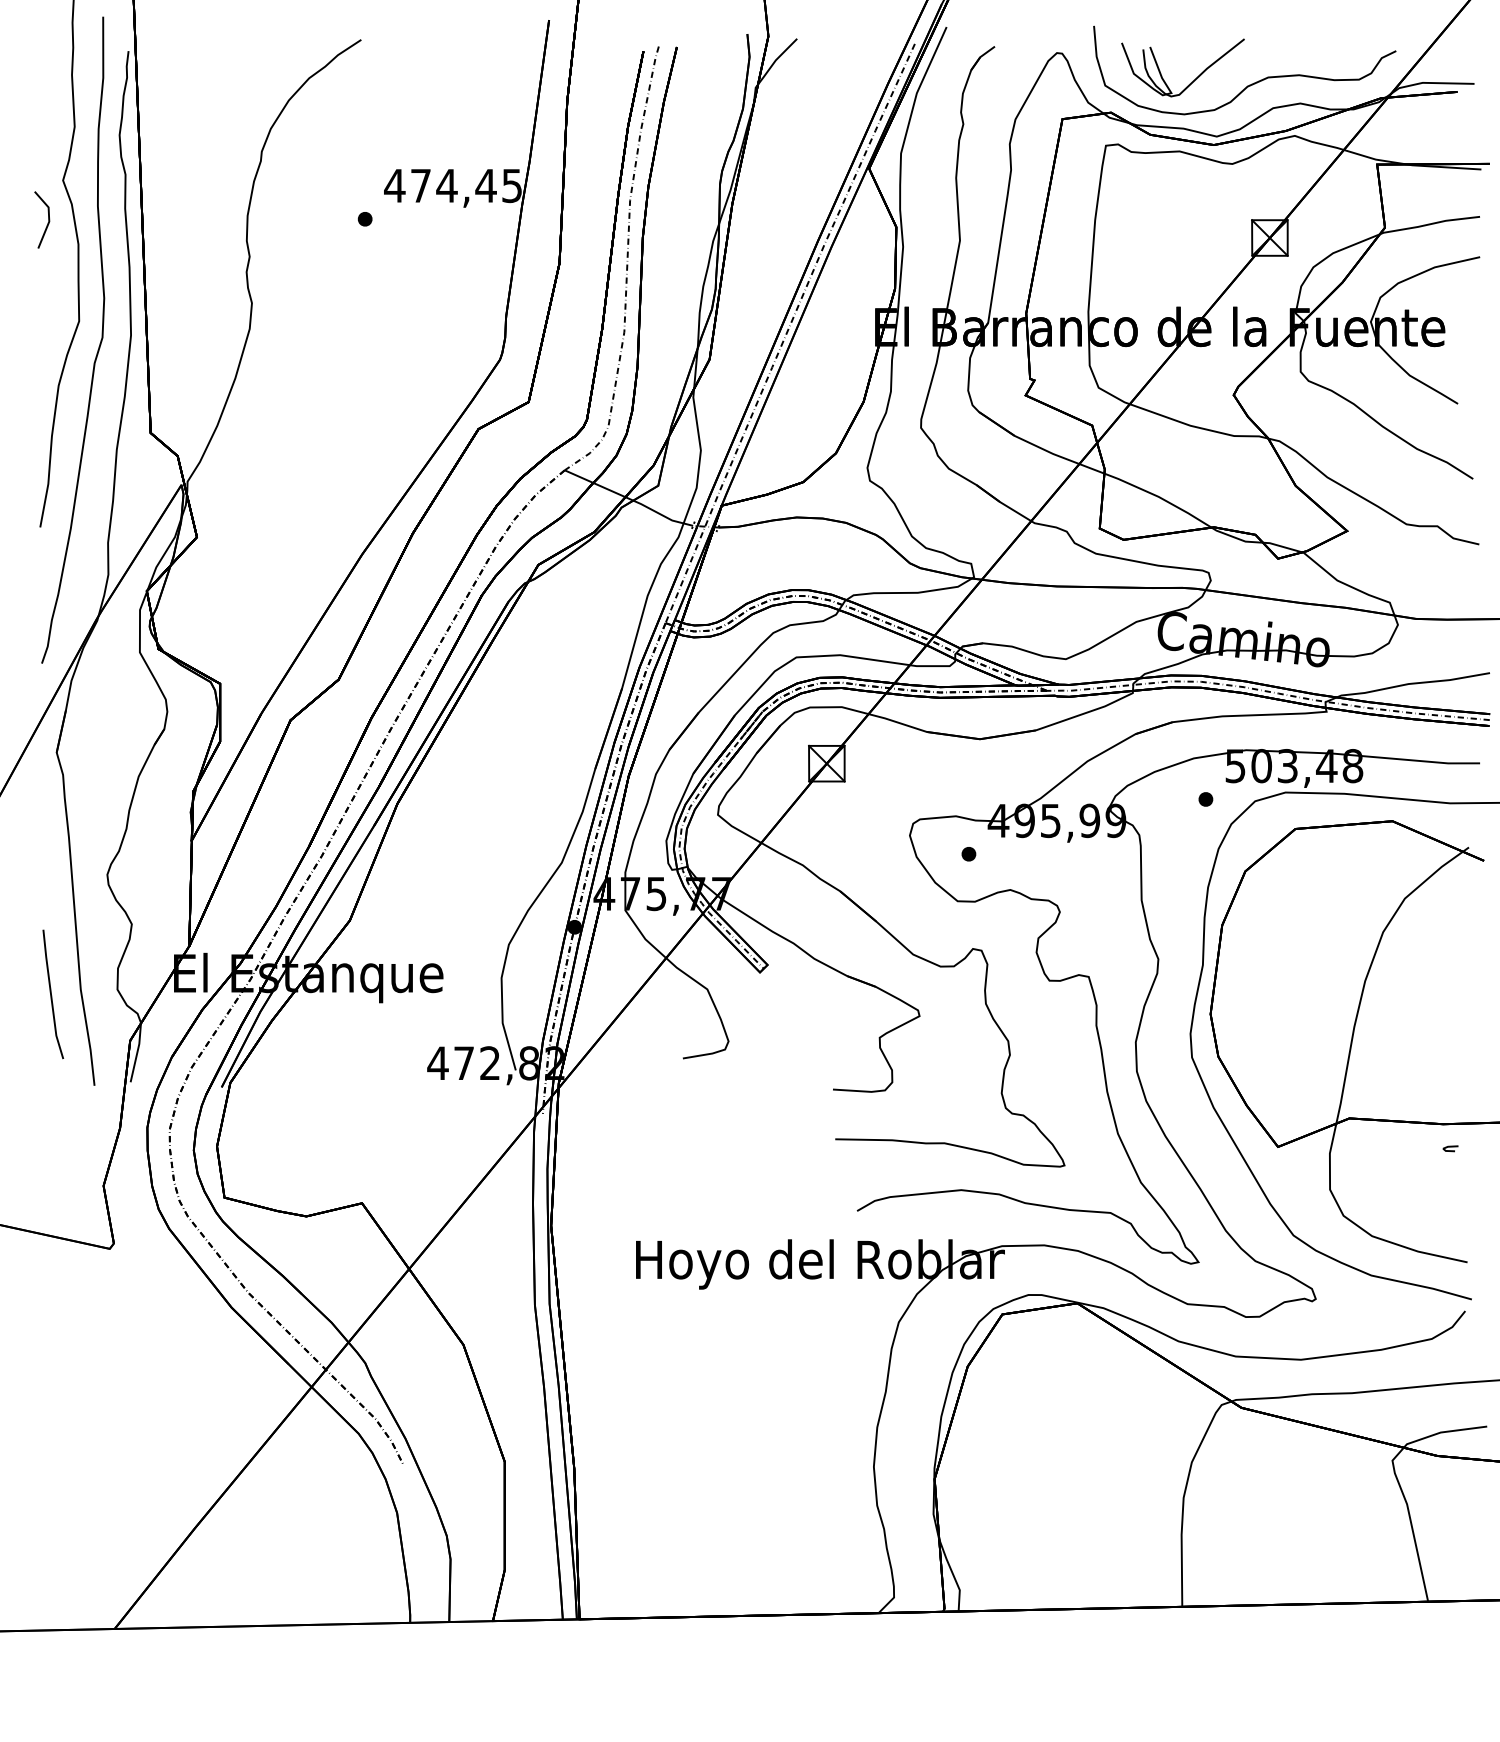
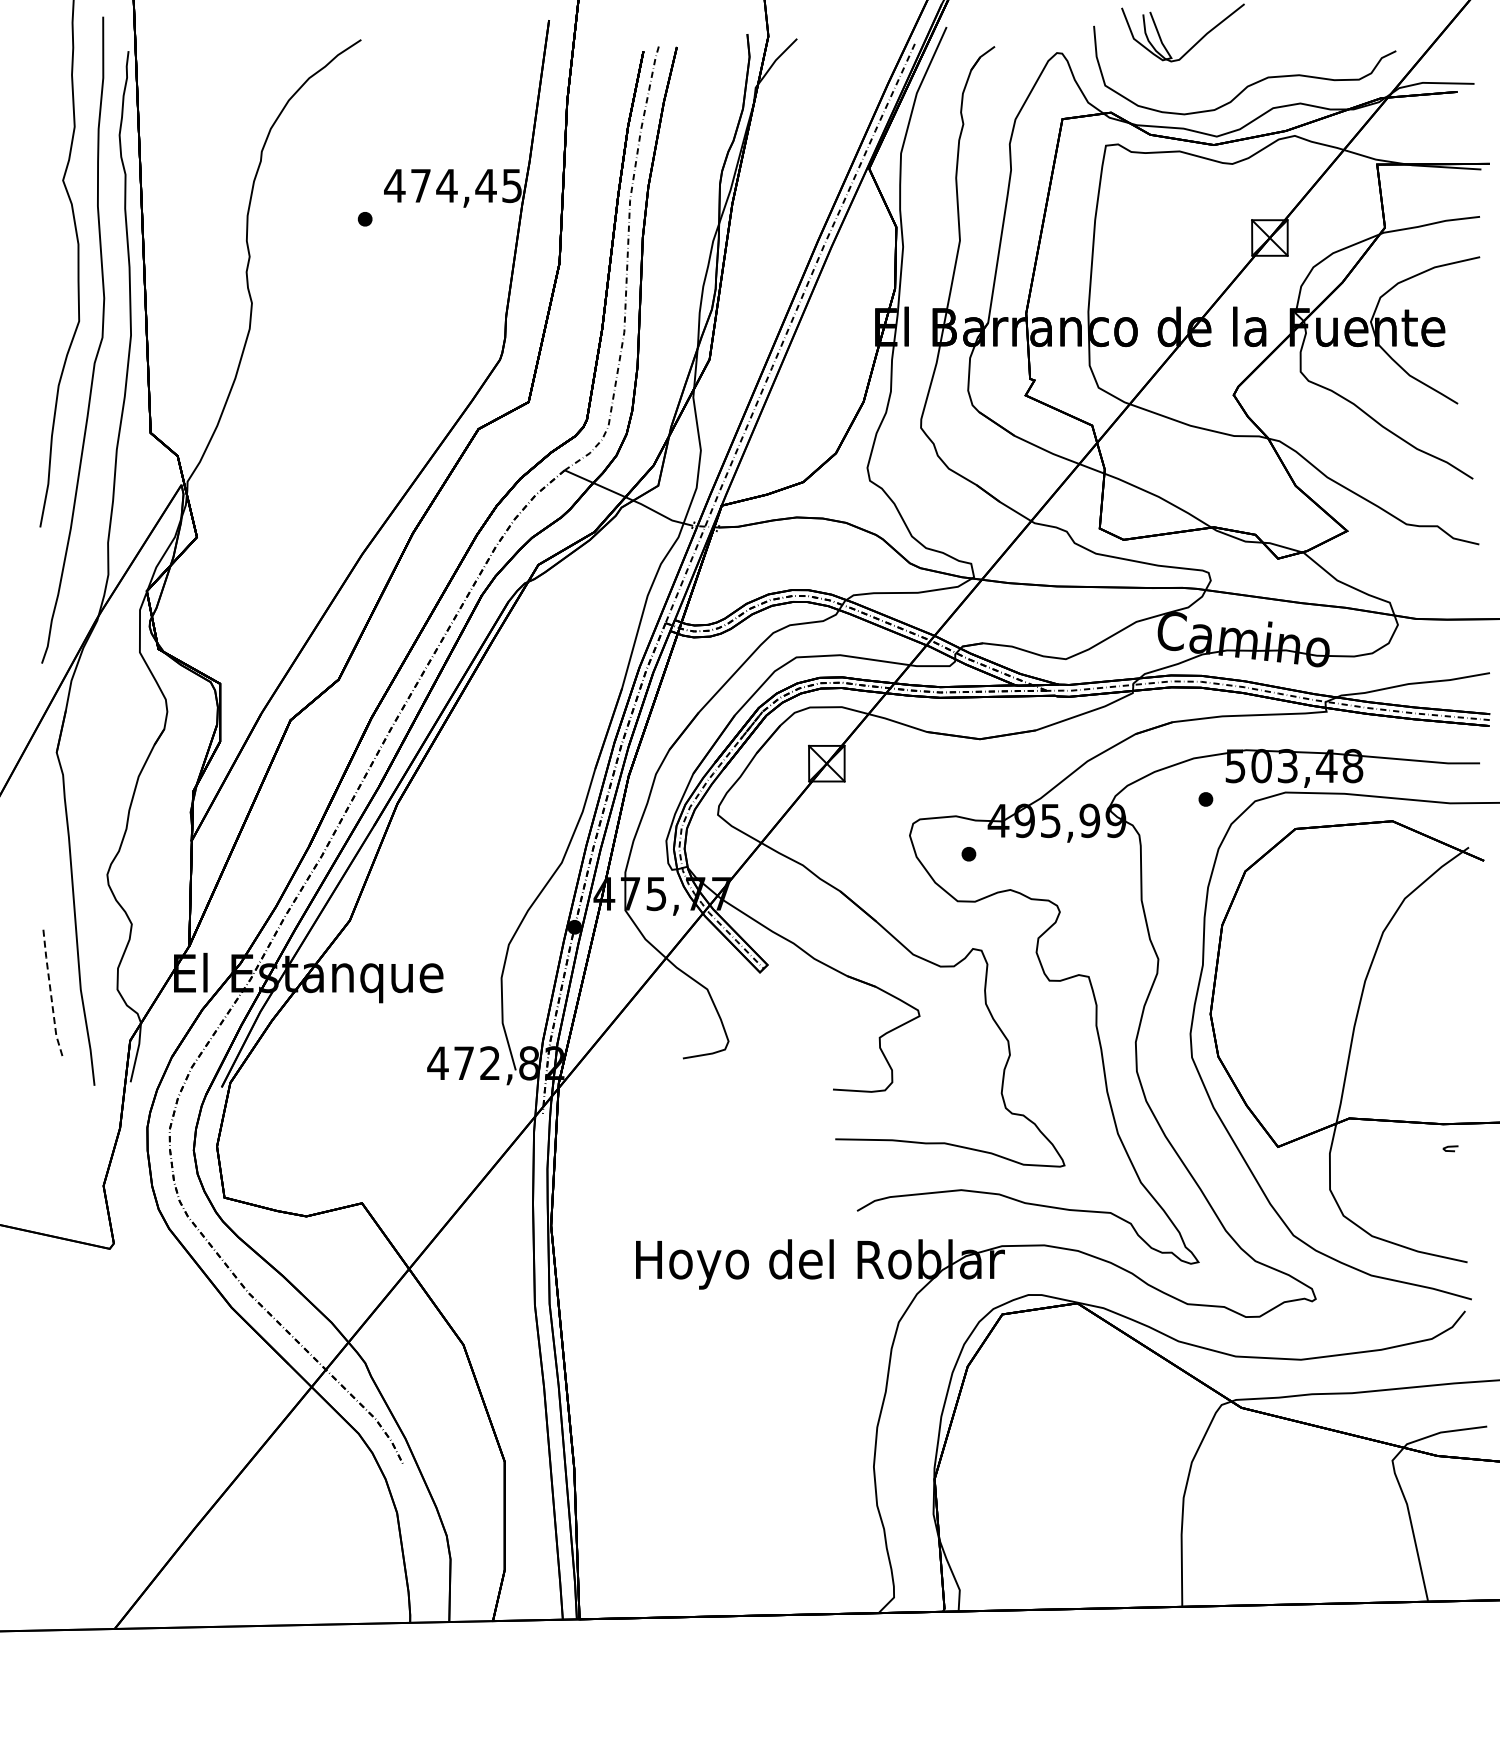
part at (1194, 79) position: (1194, 79) -> (1194, 44)
line at (48, 219): present -> none
line at (51, 995): solid -> dashed
